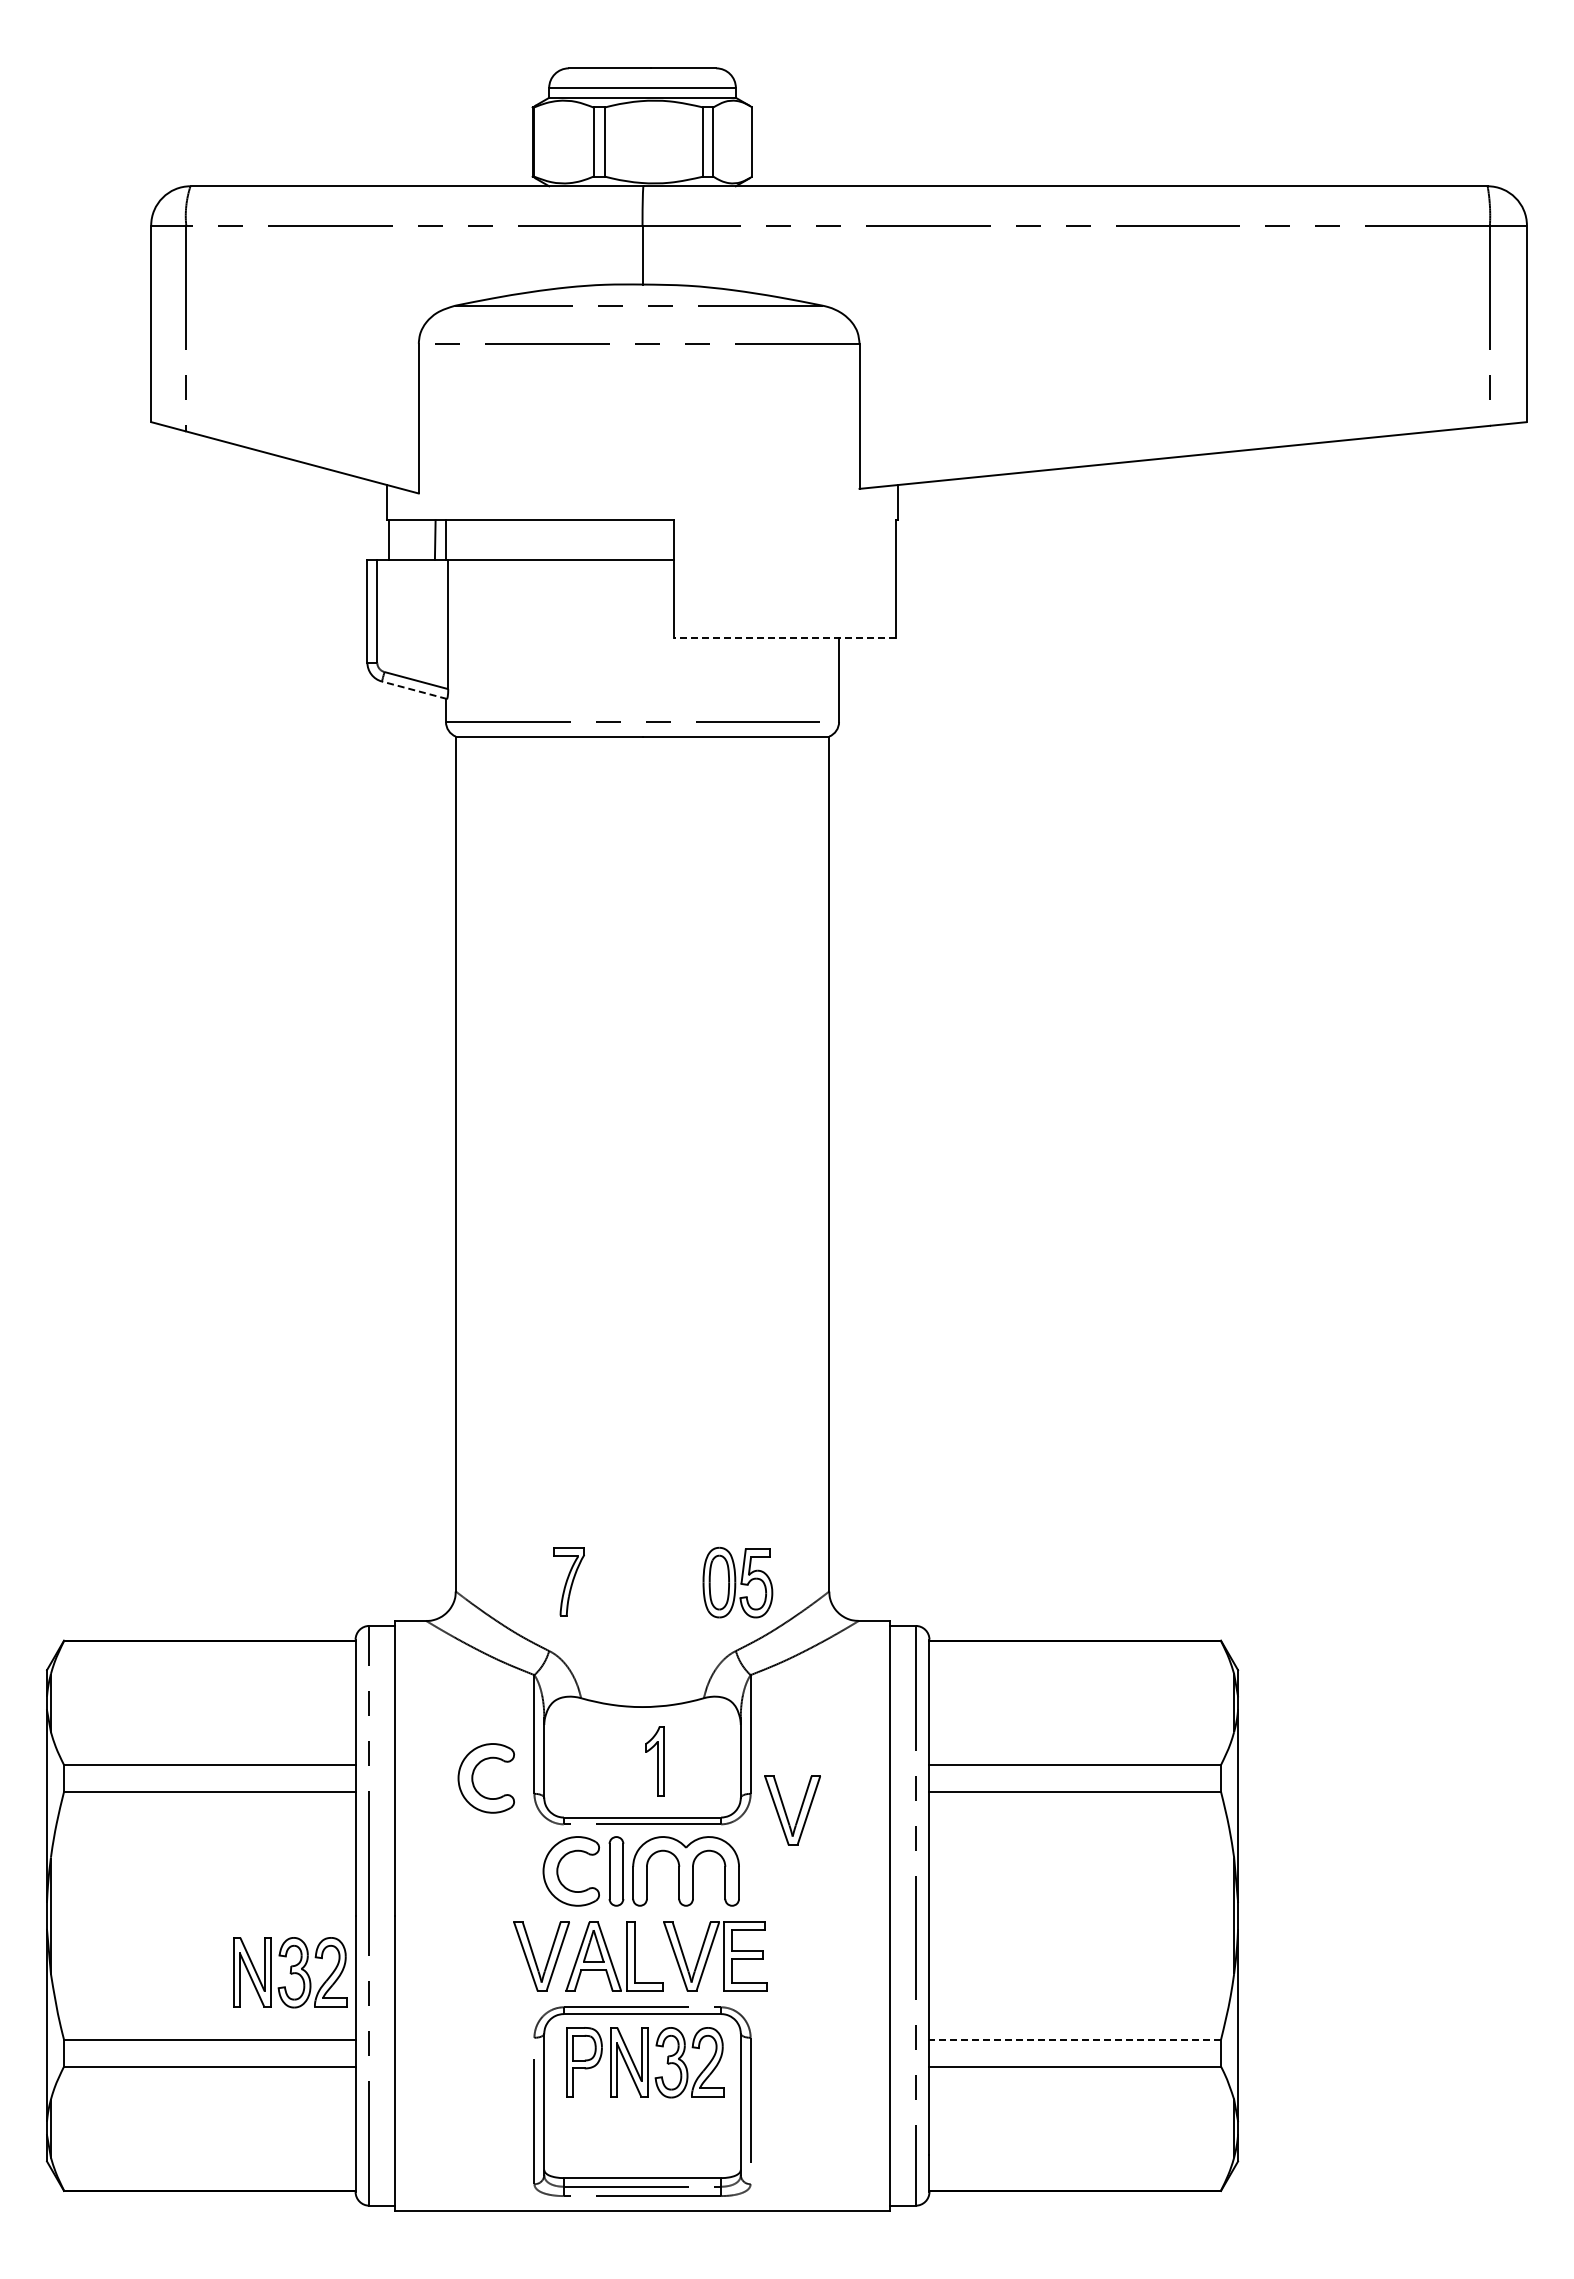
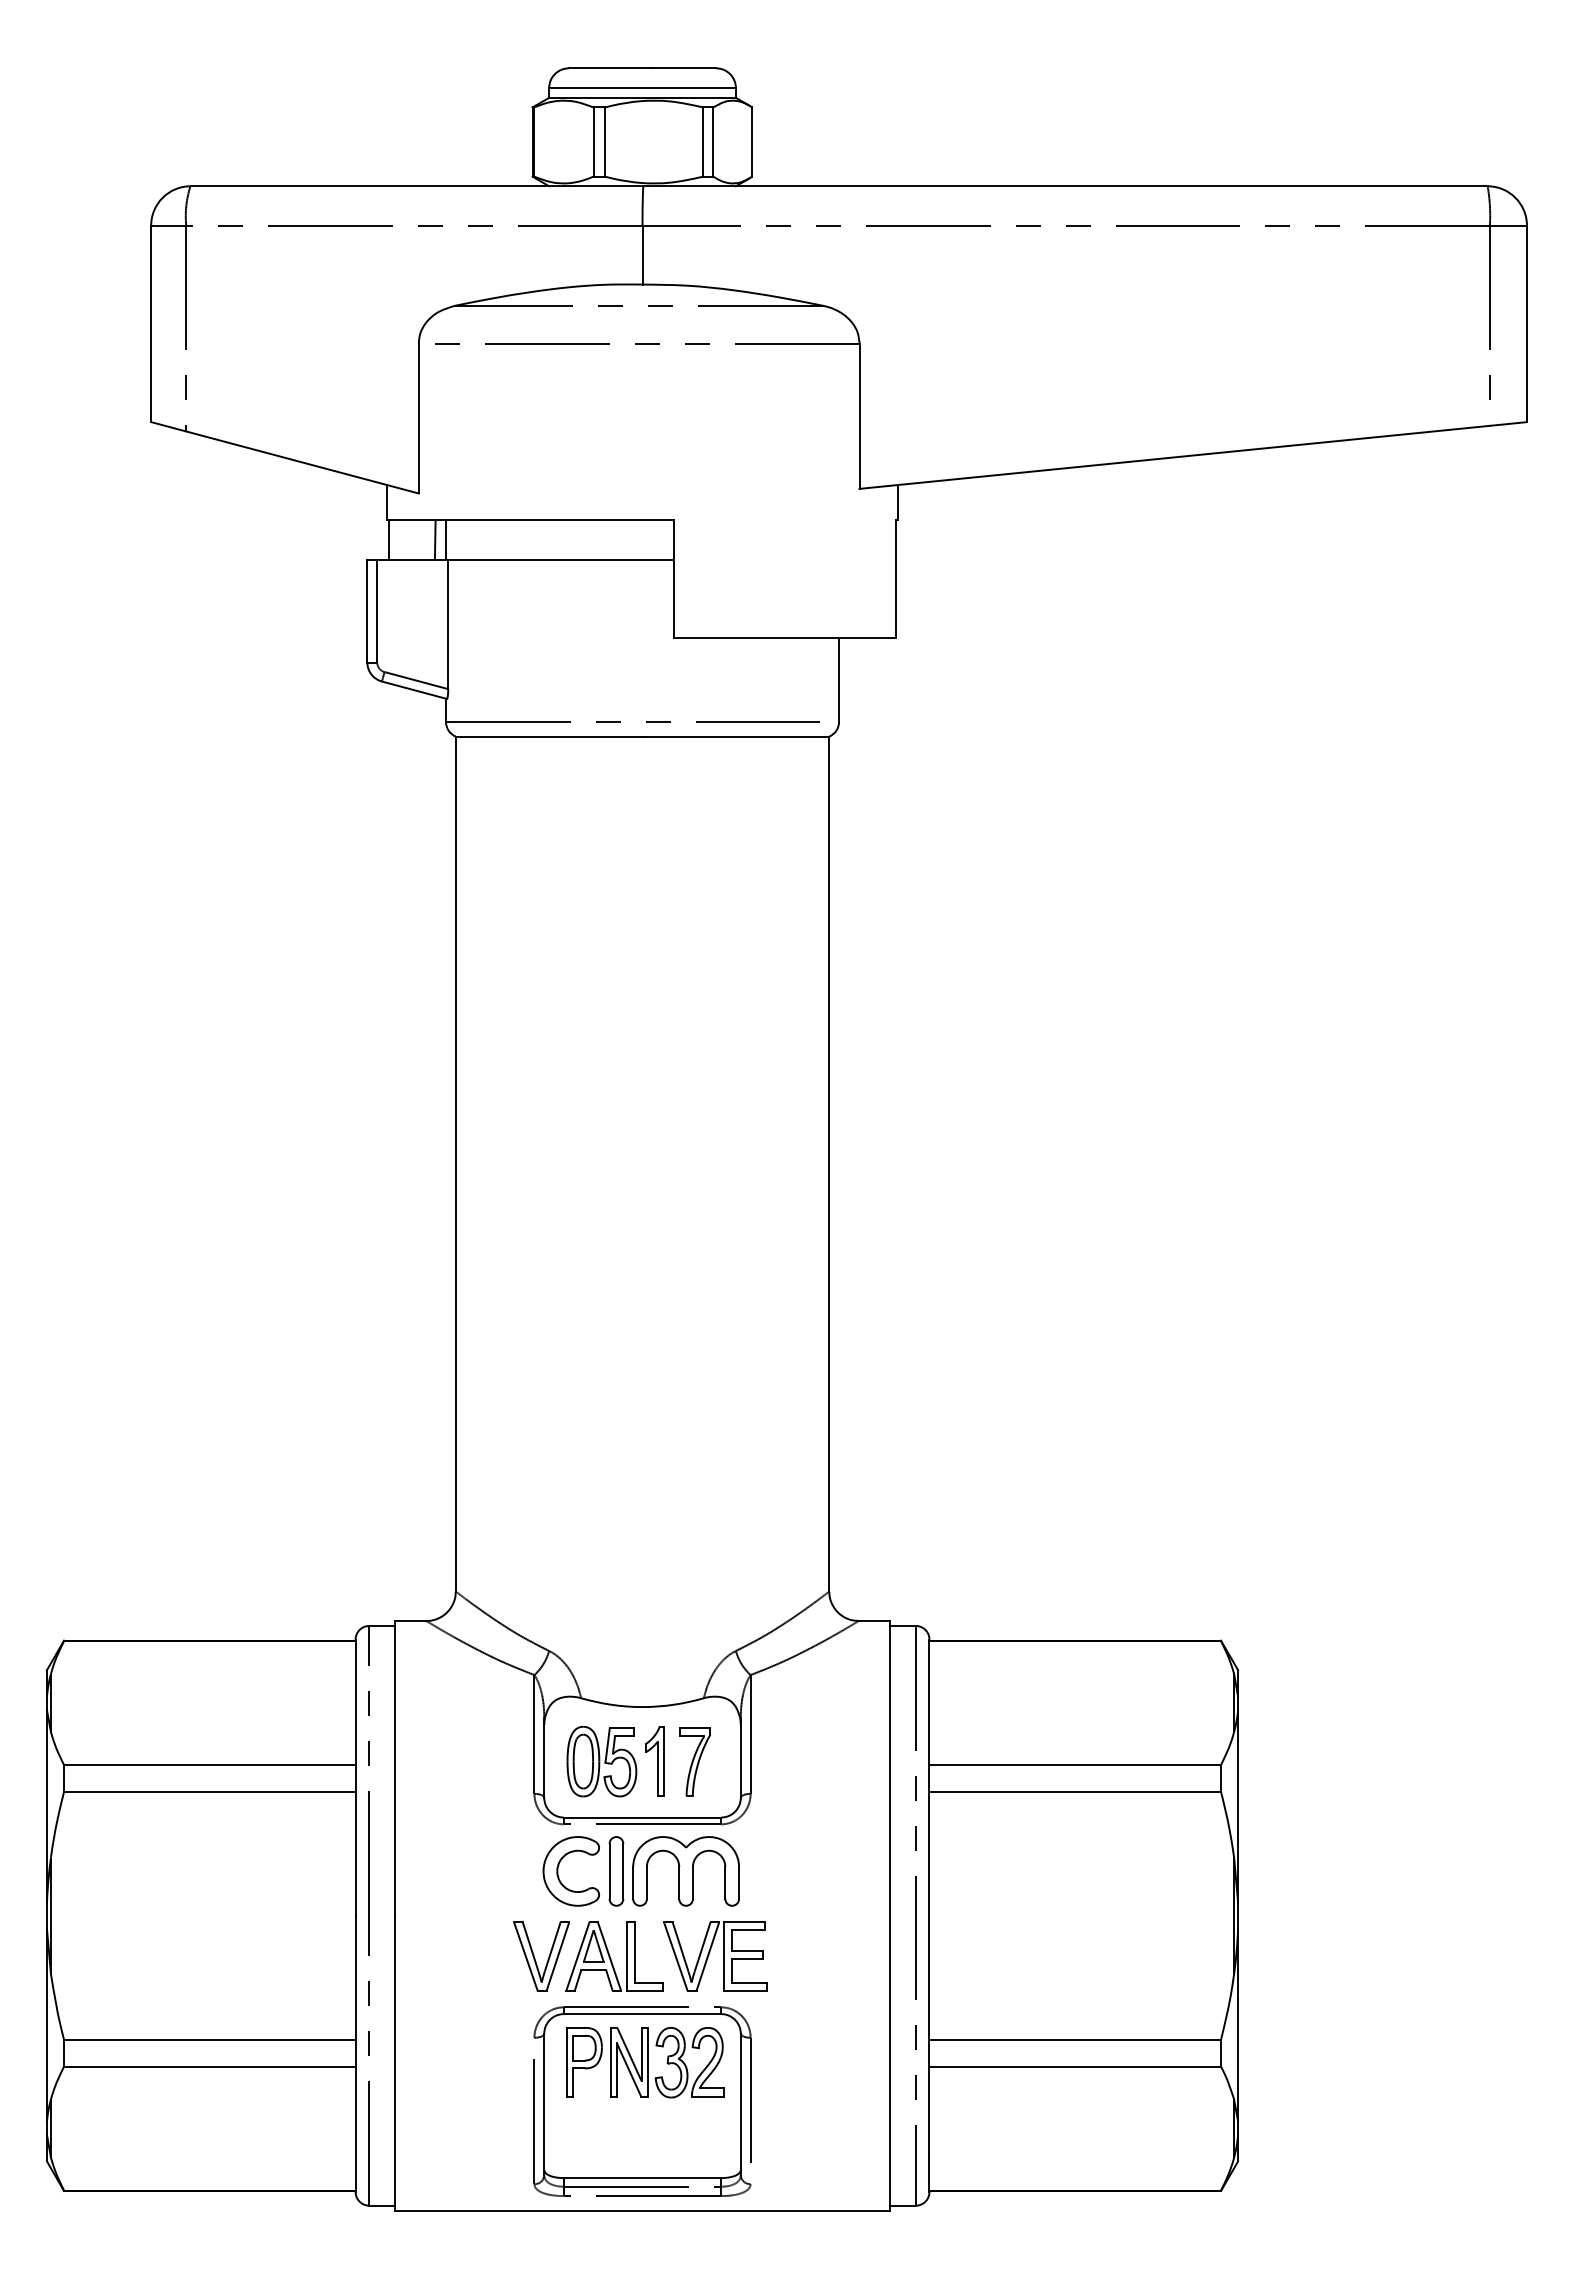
line at (784, 638): dashed -> solid
line at (414, 690): dashed -> solid
part at (568, 1581) position: (568, 1581) -> (694, 1761)
part at (737, 1582) position: (737, 1582) -> (601, 1761)
part at (473, 1778): present -> none
part at (786, 1812): present -> none
part at (290, 1972): present -> none
line at (1075, 2039): dashed -> solid
